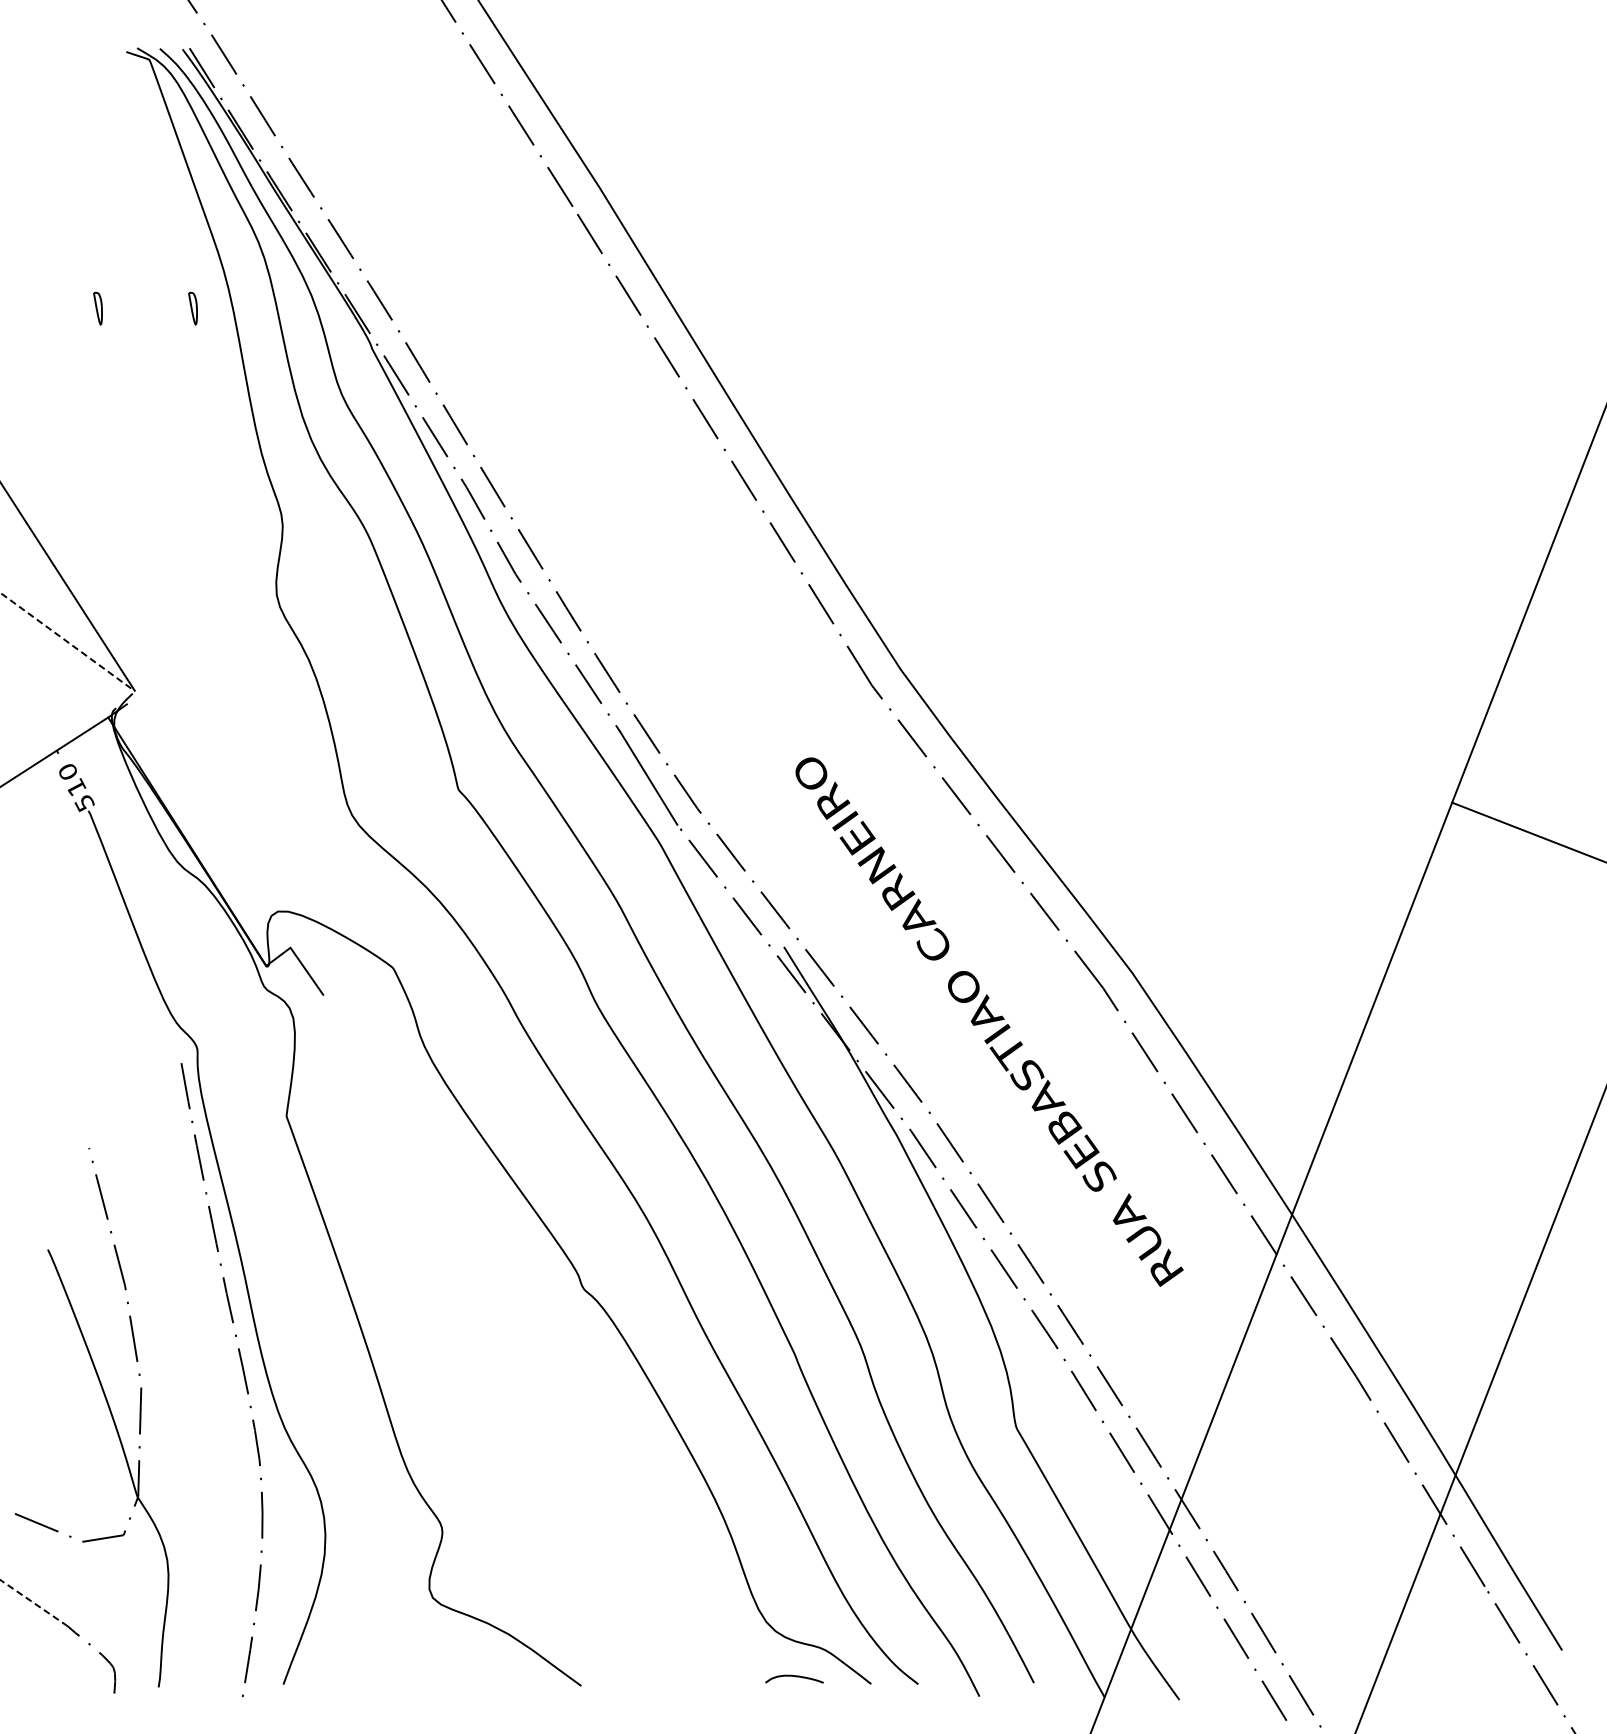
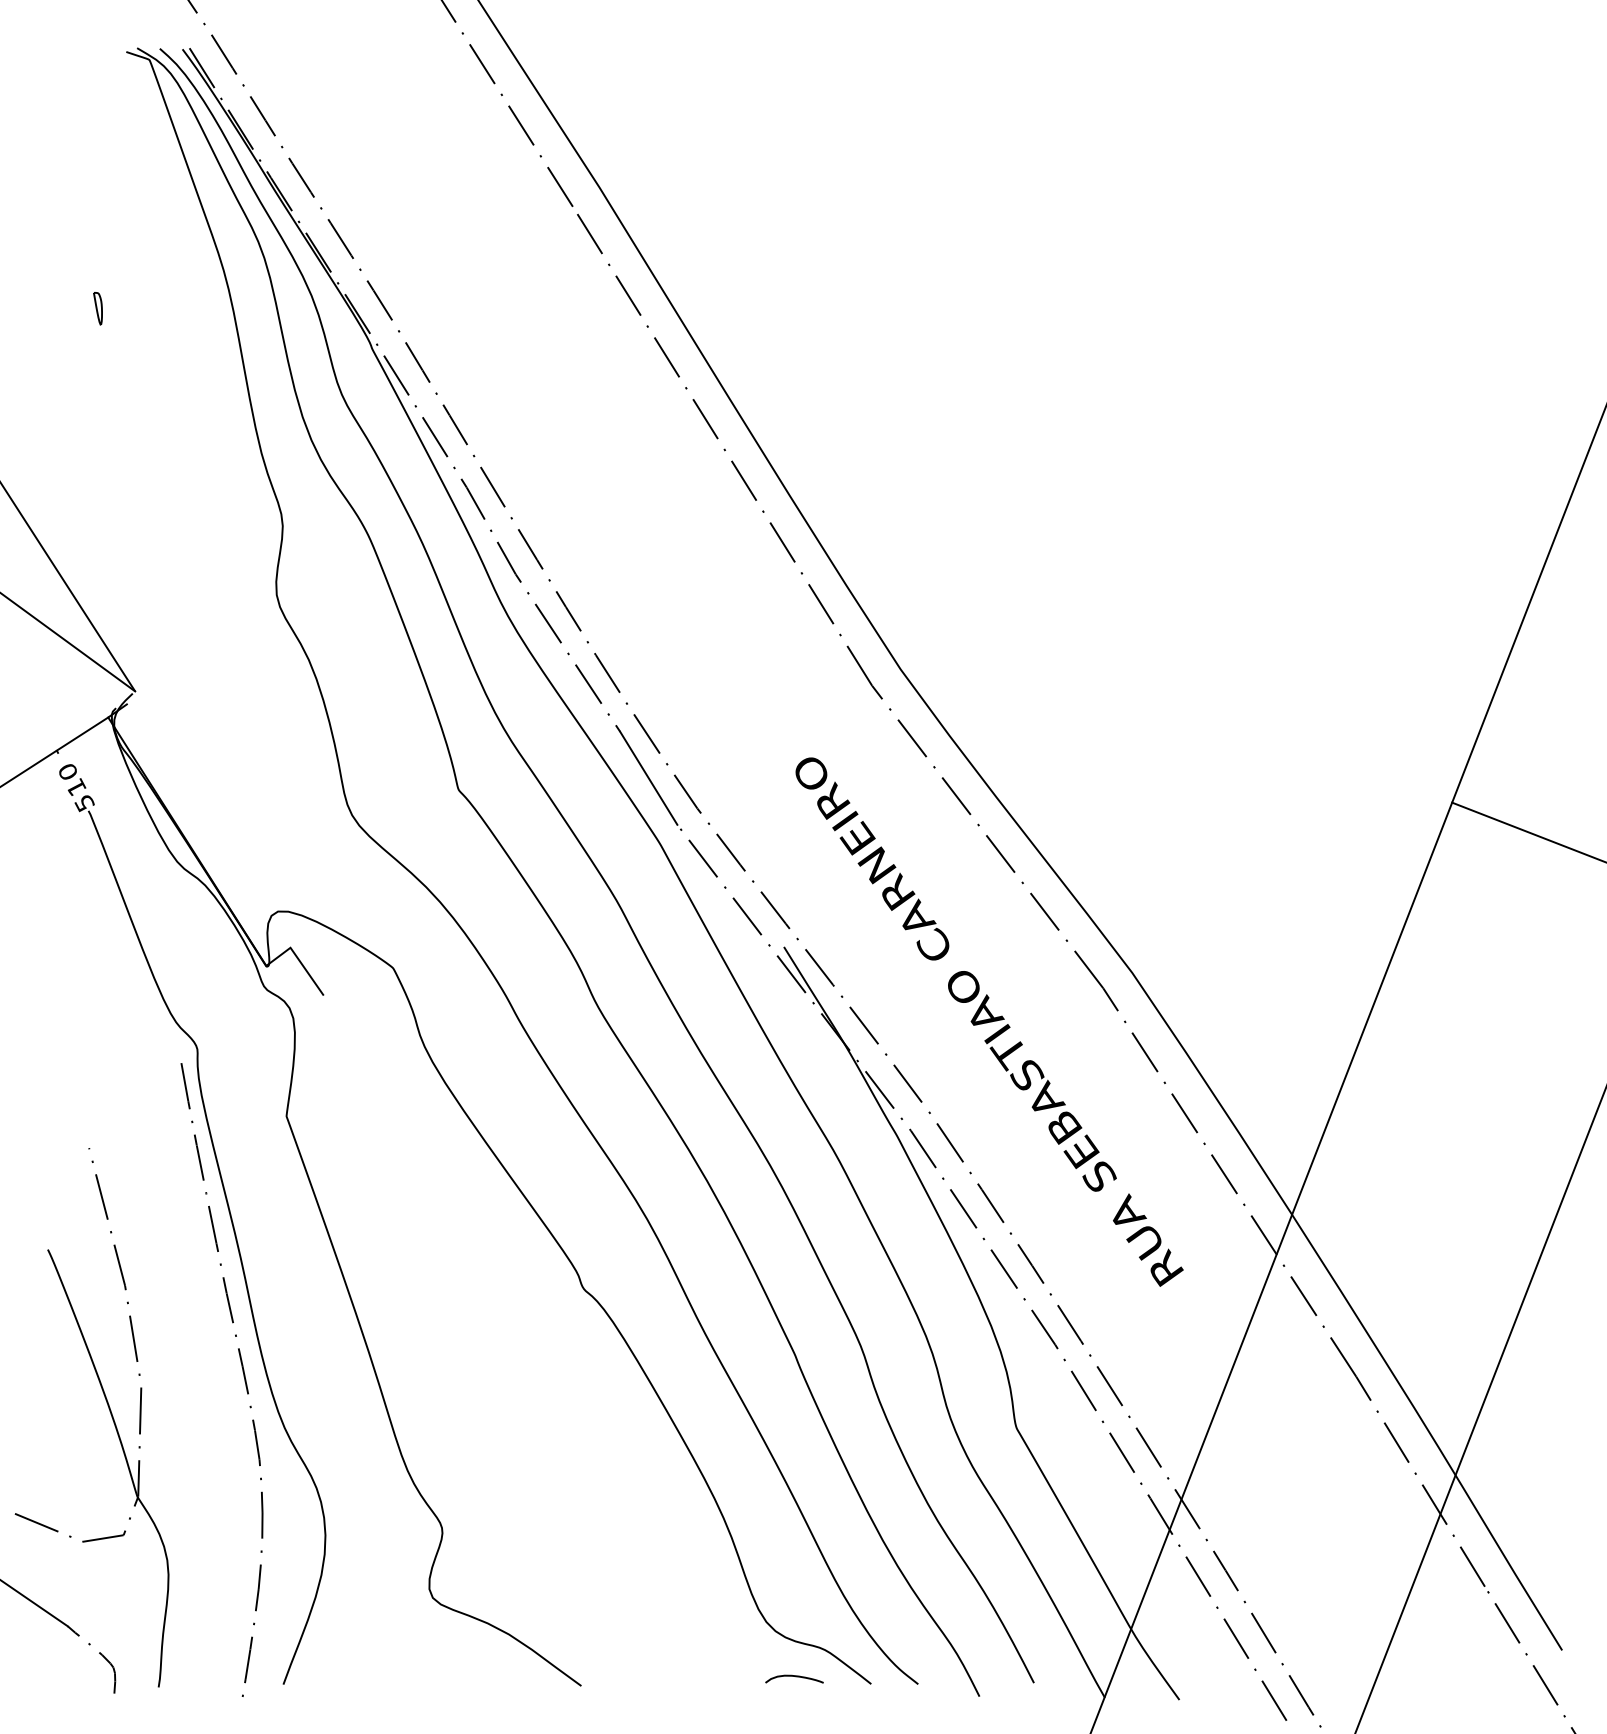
part at (192, 308): present -> none
line at (68, 642): dashed -> solid
line at (34, 1603): dashed -> solid
